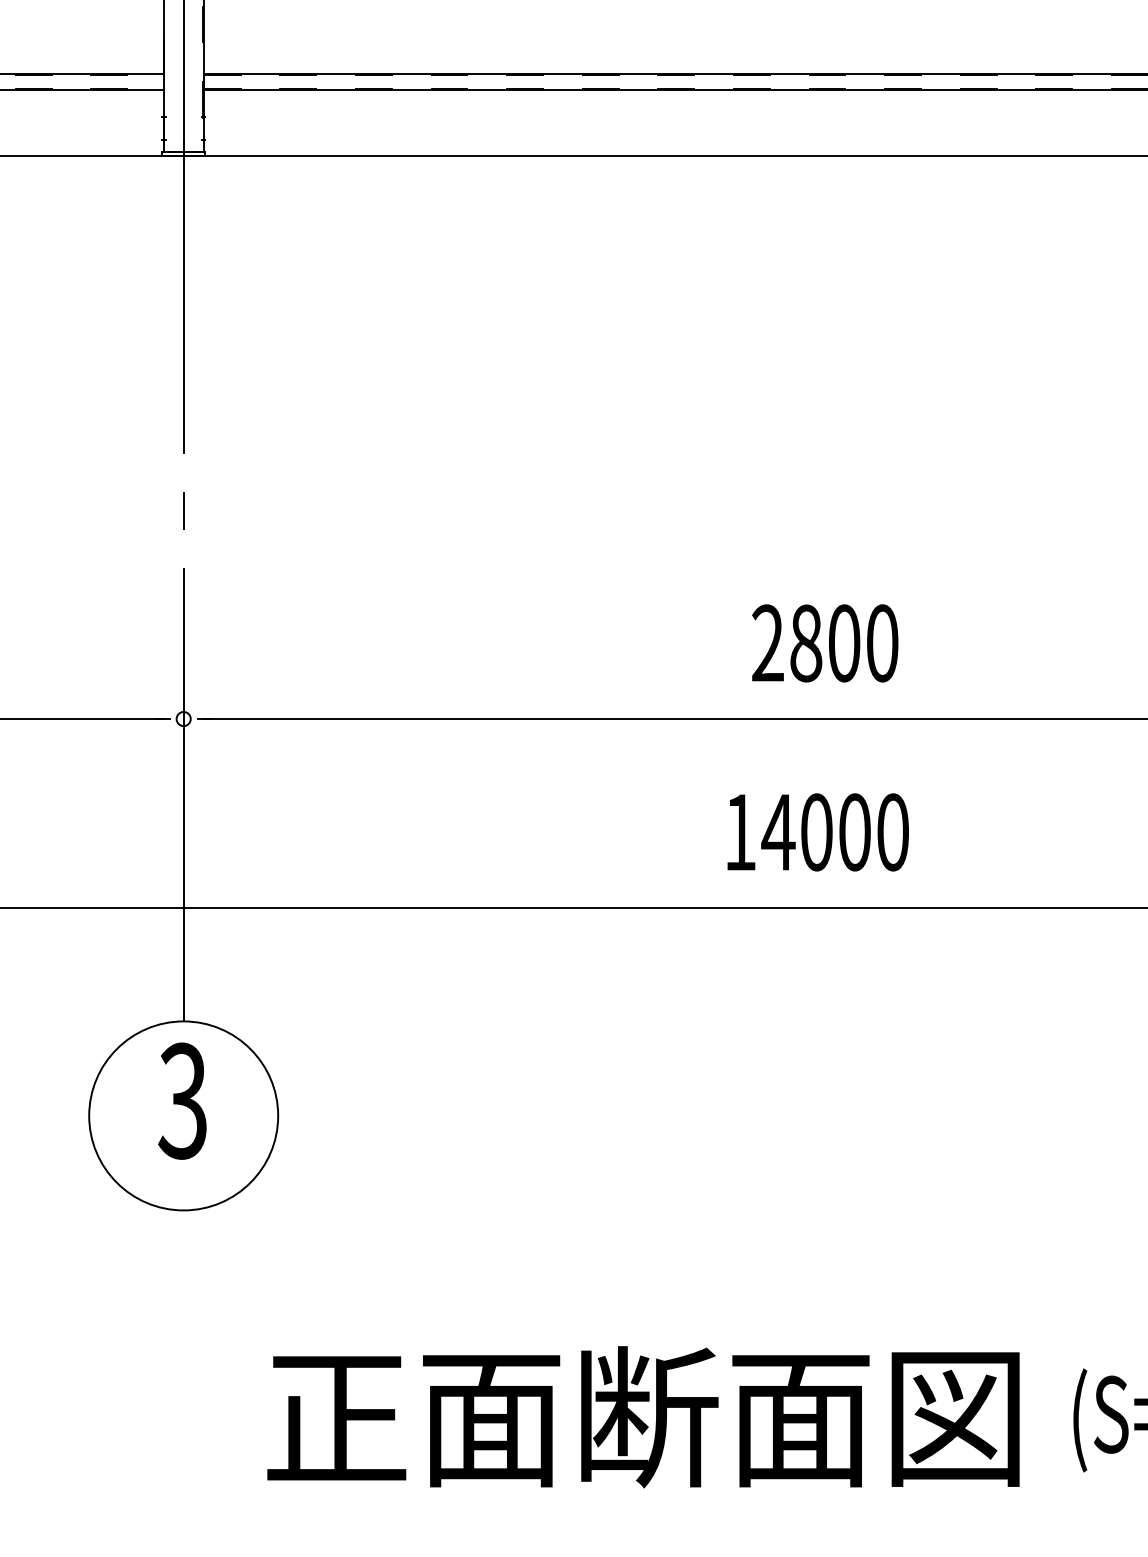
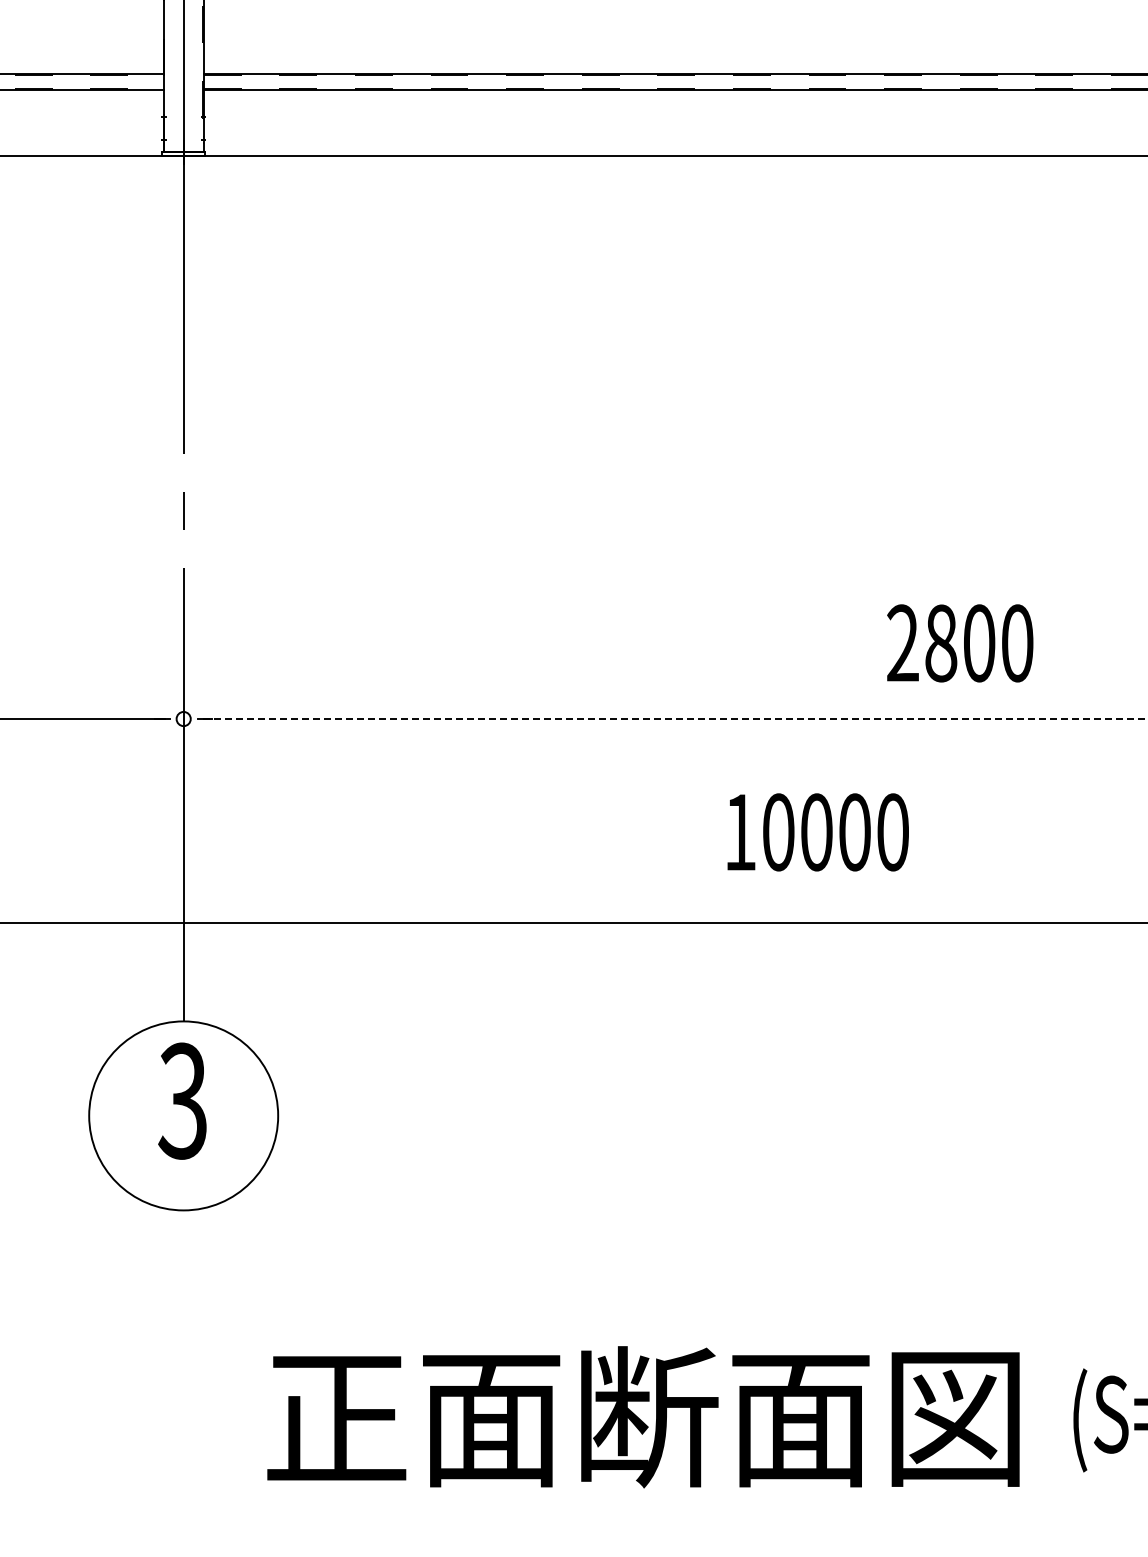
text at (825, 643) position: (825, 643) -> (960, 643)
line at (675, 719): solid -> dashed
text at (778, 832): 14000 -> 10000
line at (573, 908) position: (573, 908) -> (573, 923)
